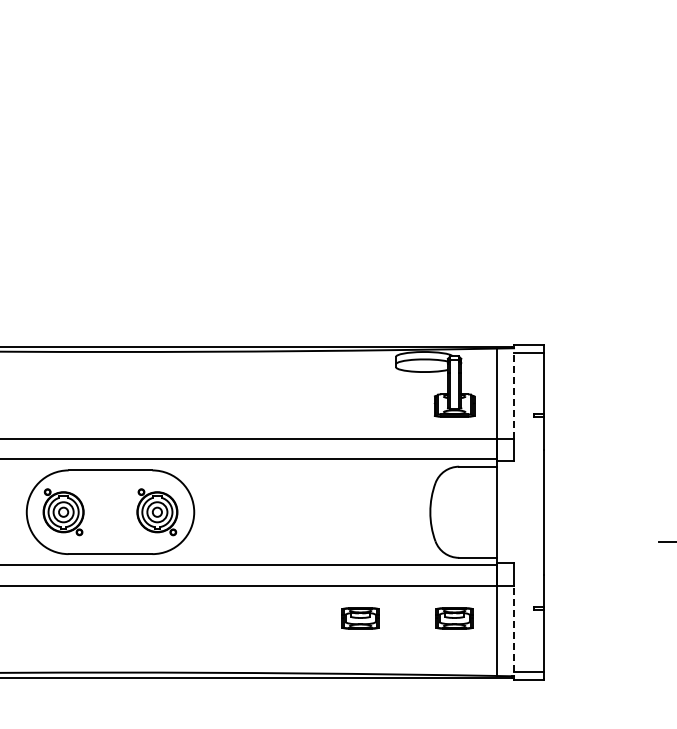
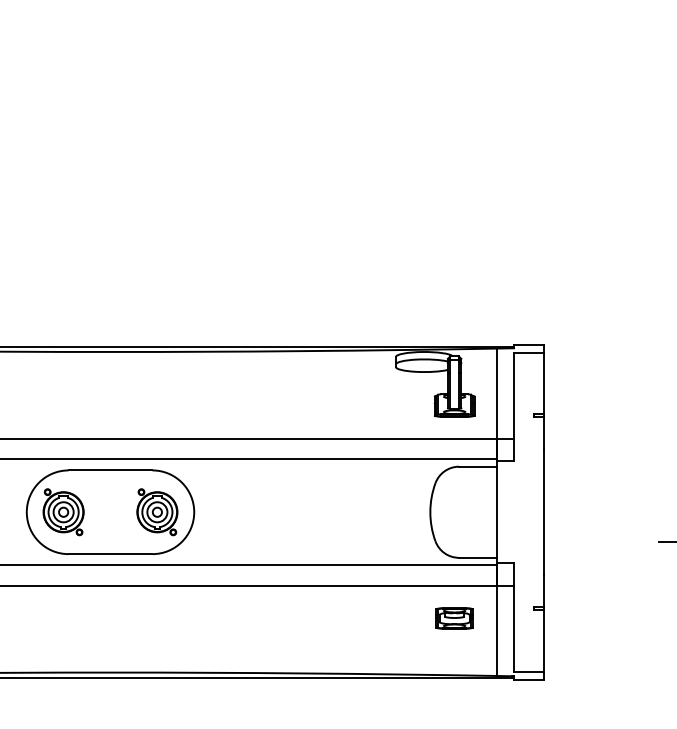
line at (514, 395): dashed -> solid
part at (360, 618): present -> none
line at (514, 628): dashed -> solid
